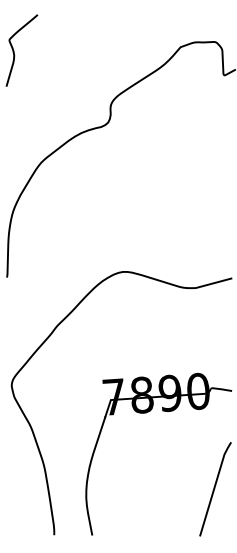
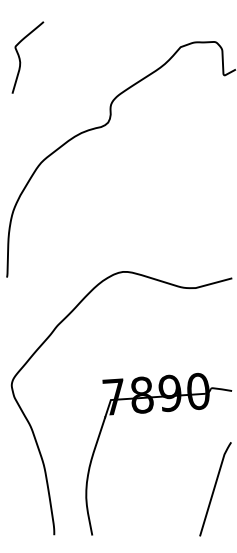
curve at (14, 50) position: (14, 50) -> (20, 57)
